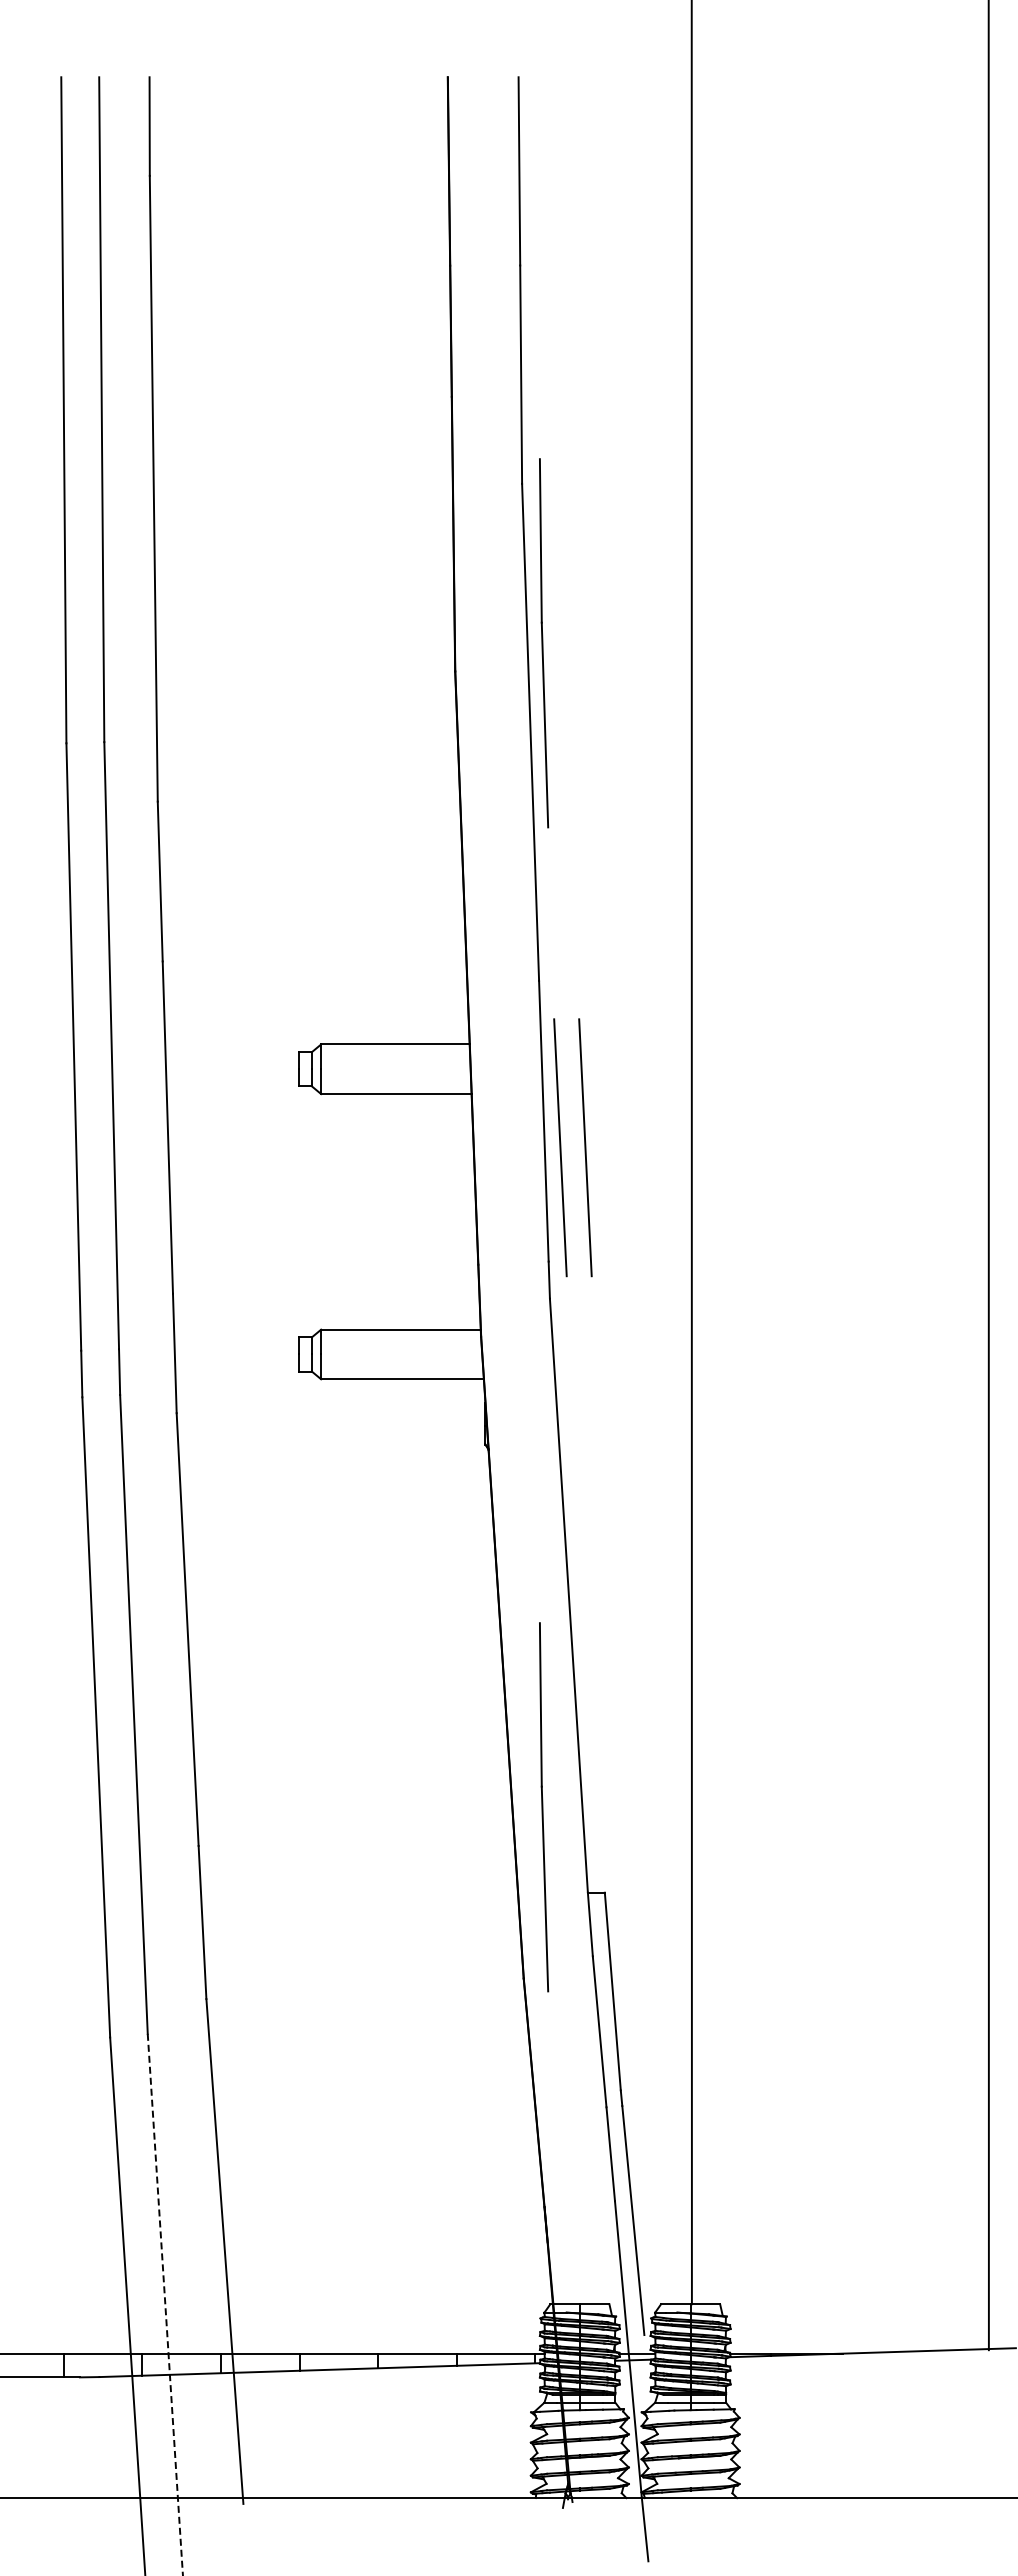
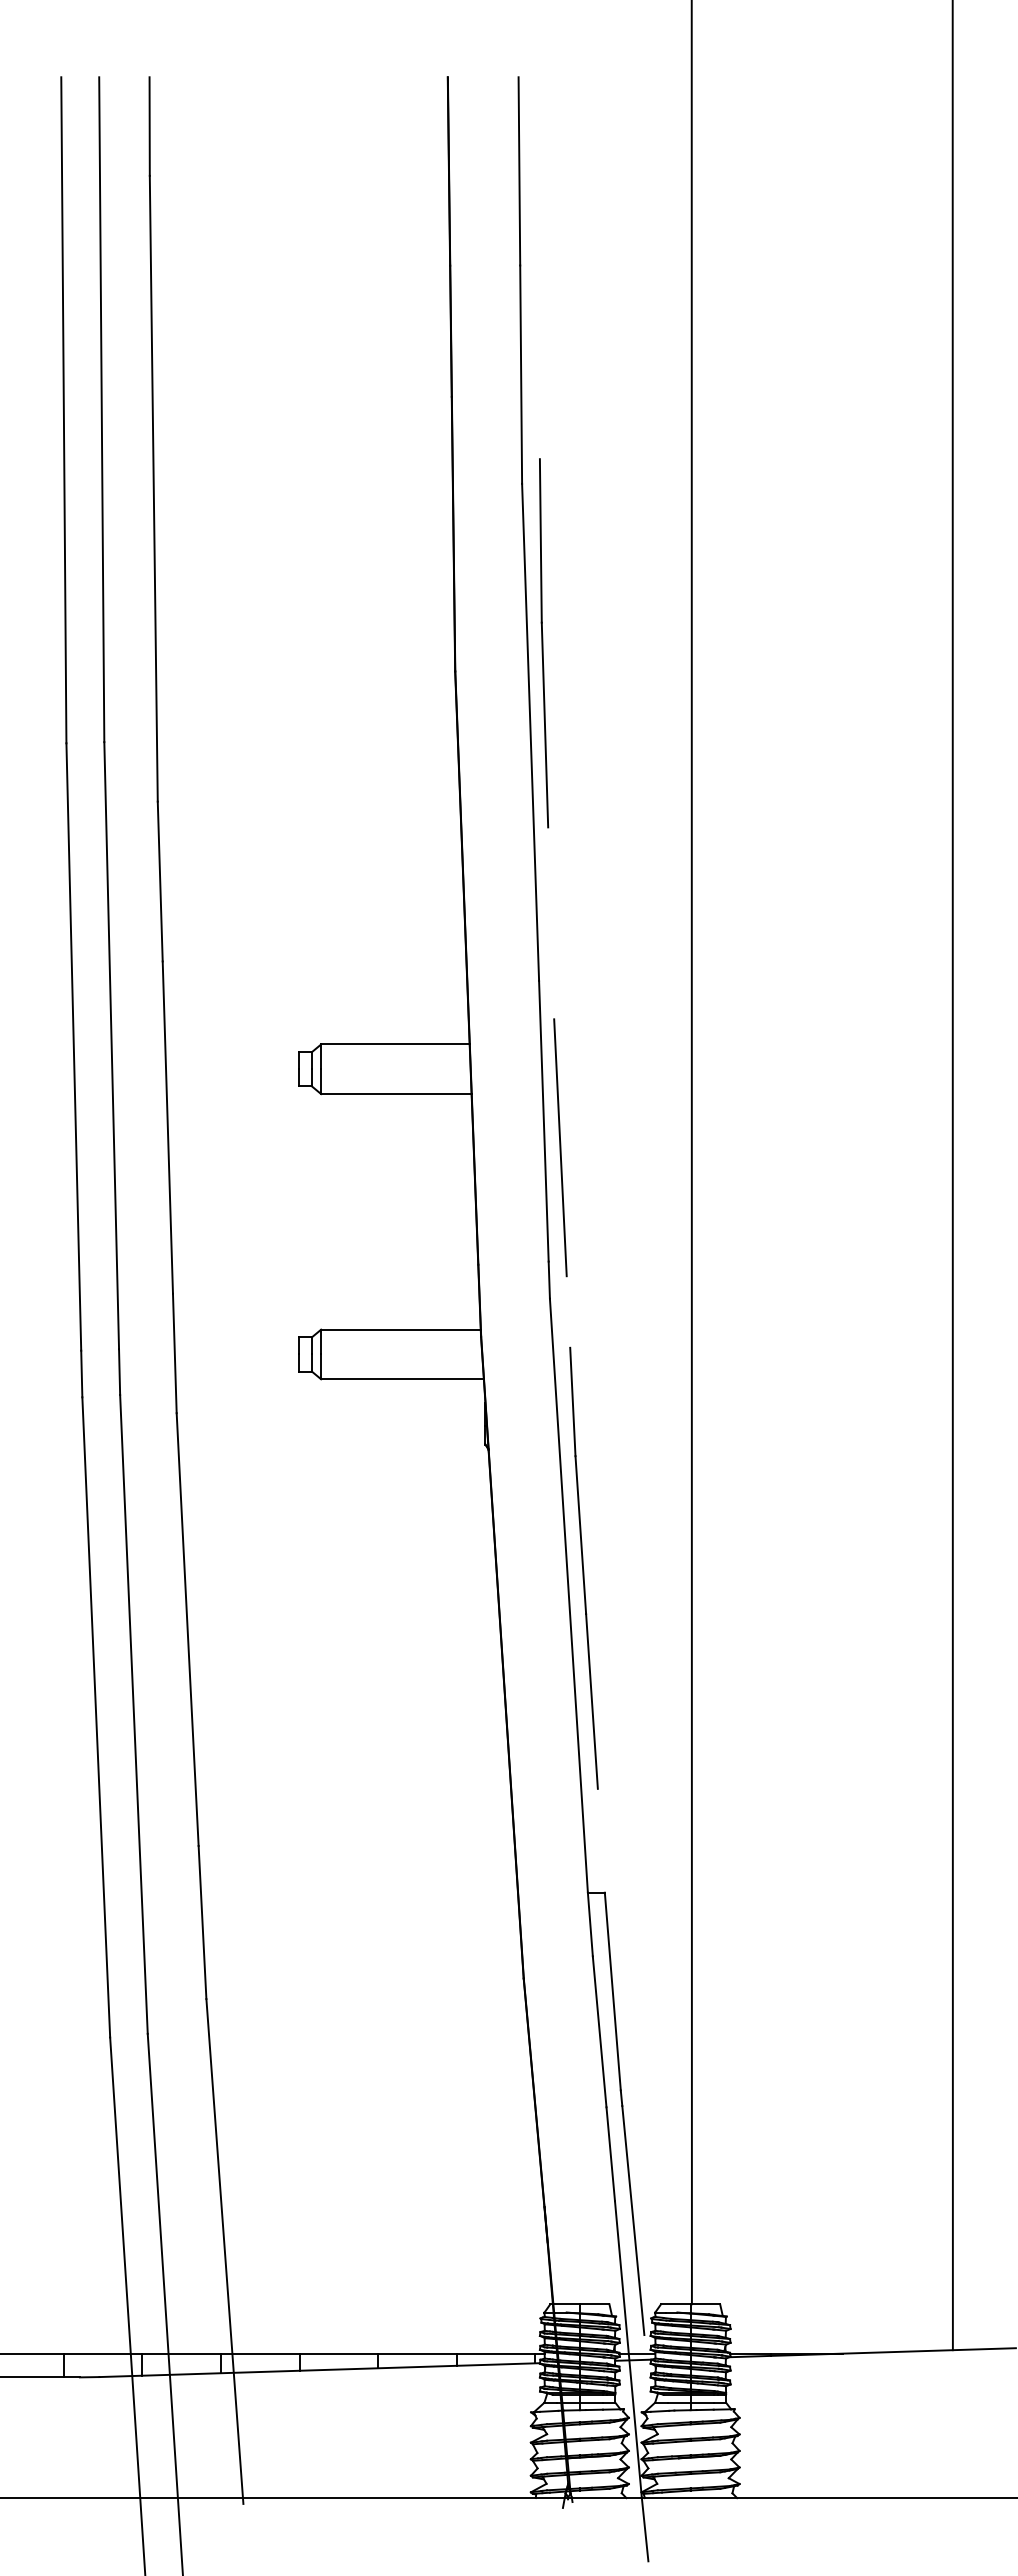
line at (585, 1147): present -> none
line at (988, 1176) position: (988, 1176) -> (952, 1176)
part at (583, 1567): none -> present
part at (544, 1807): present -> none
line at (165, 2305): dashed -> solid
